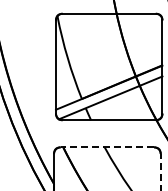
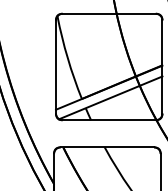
line at (107, 147): dashed -> solid
line at (160, 171): dashed -> solid
